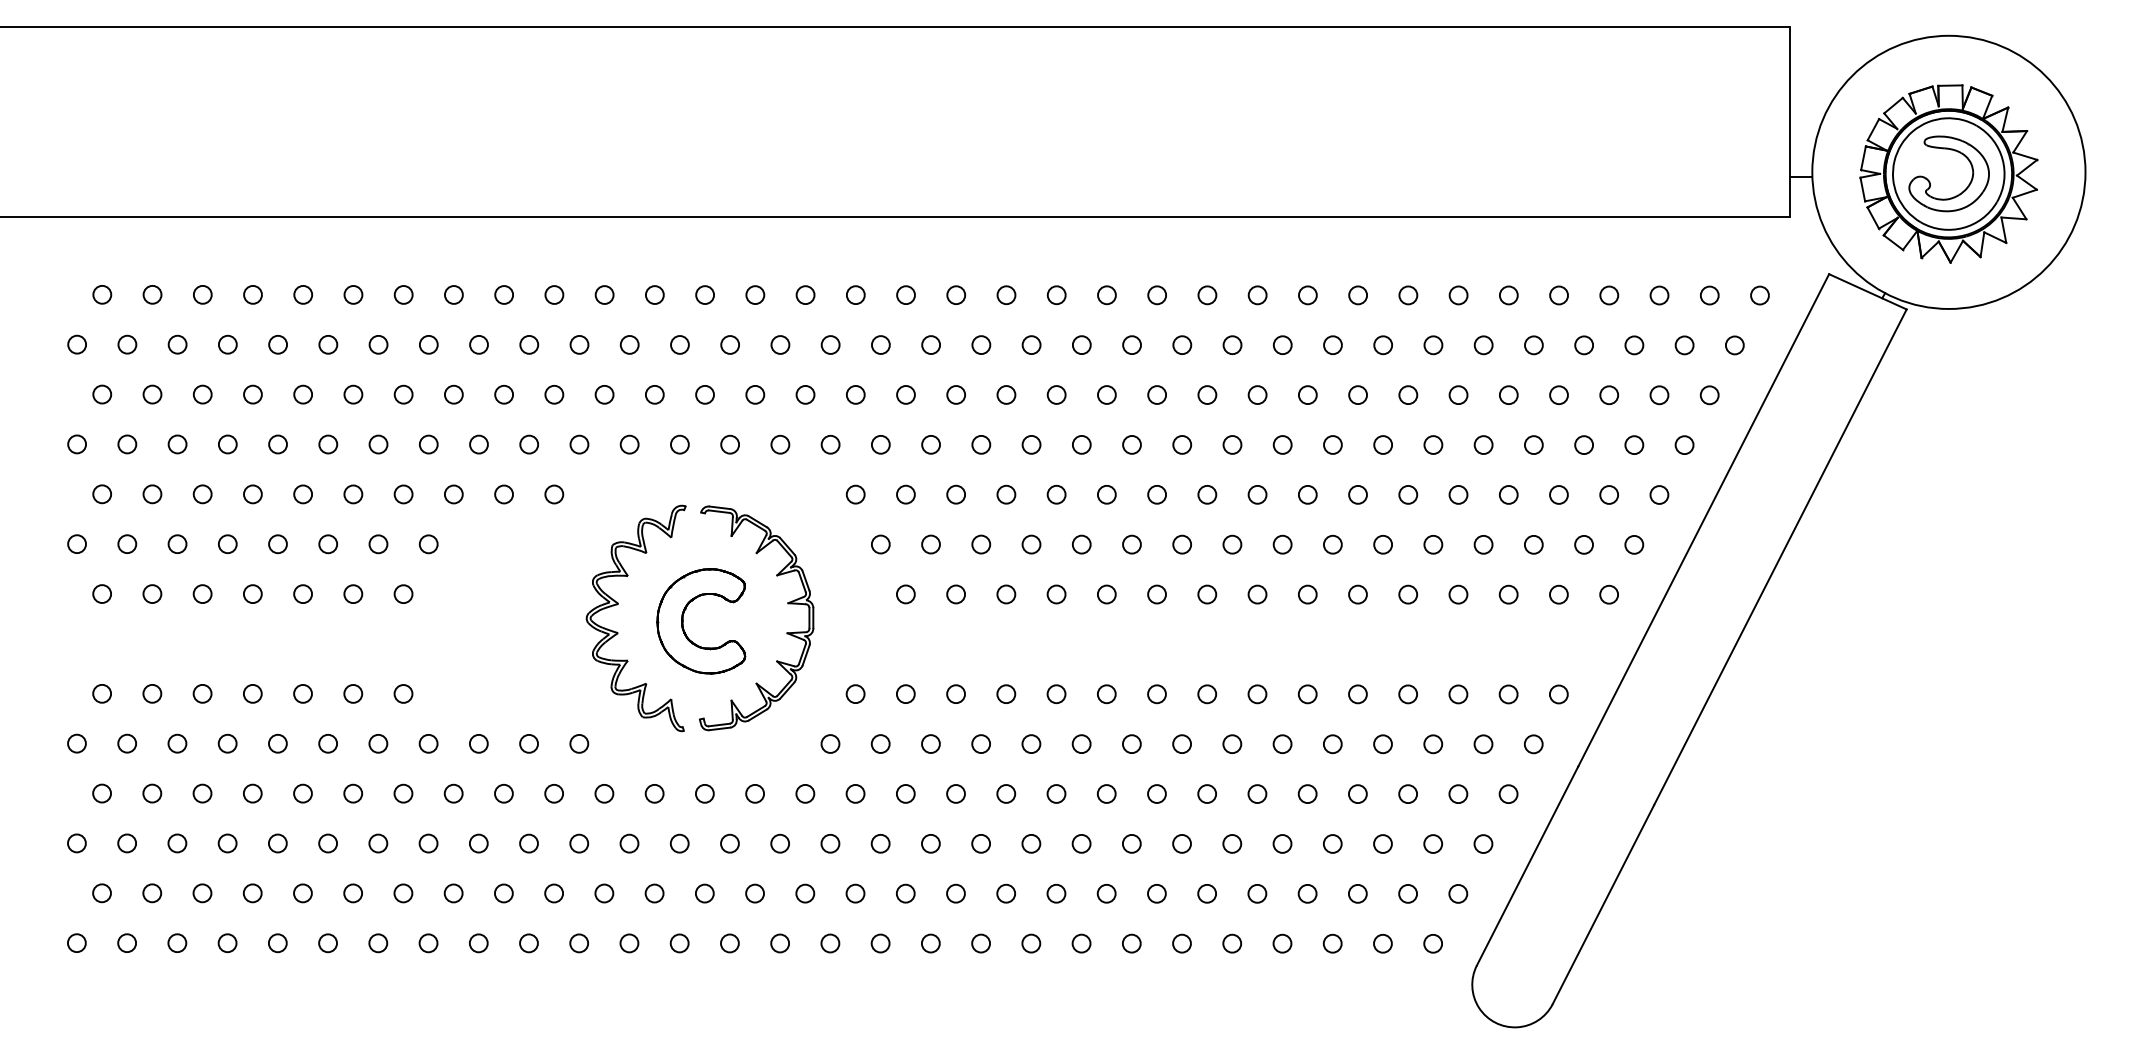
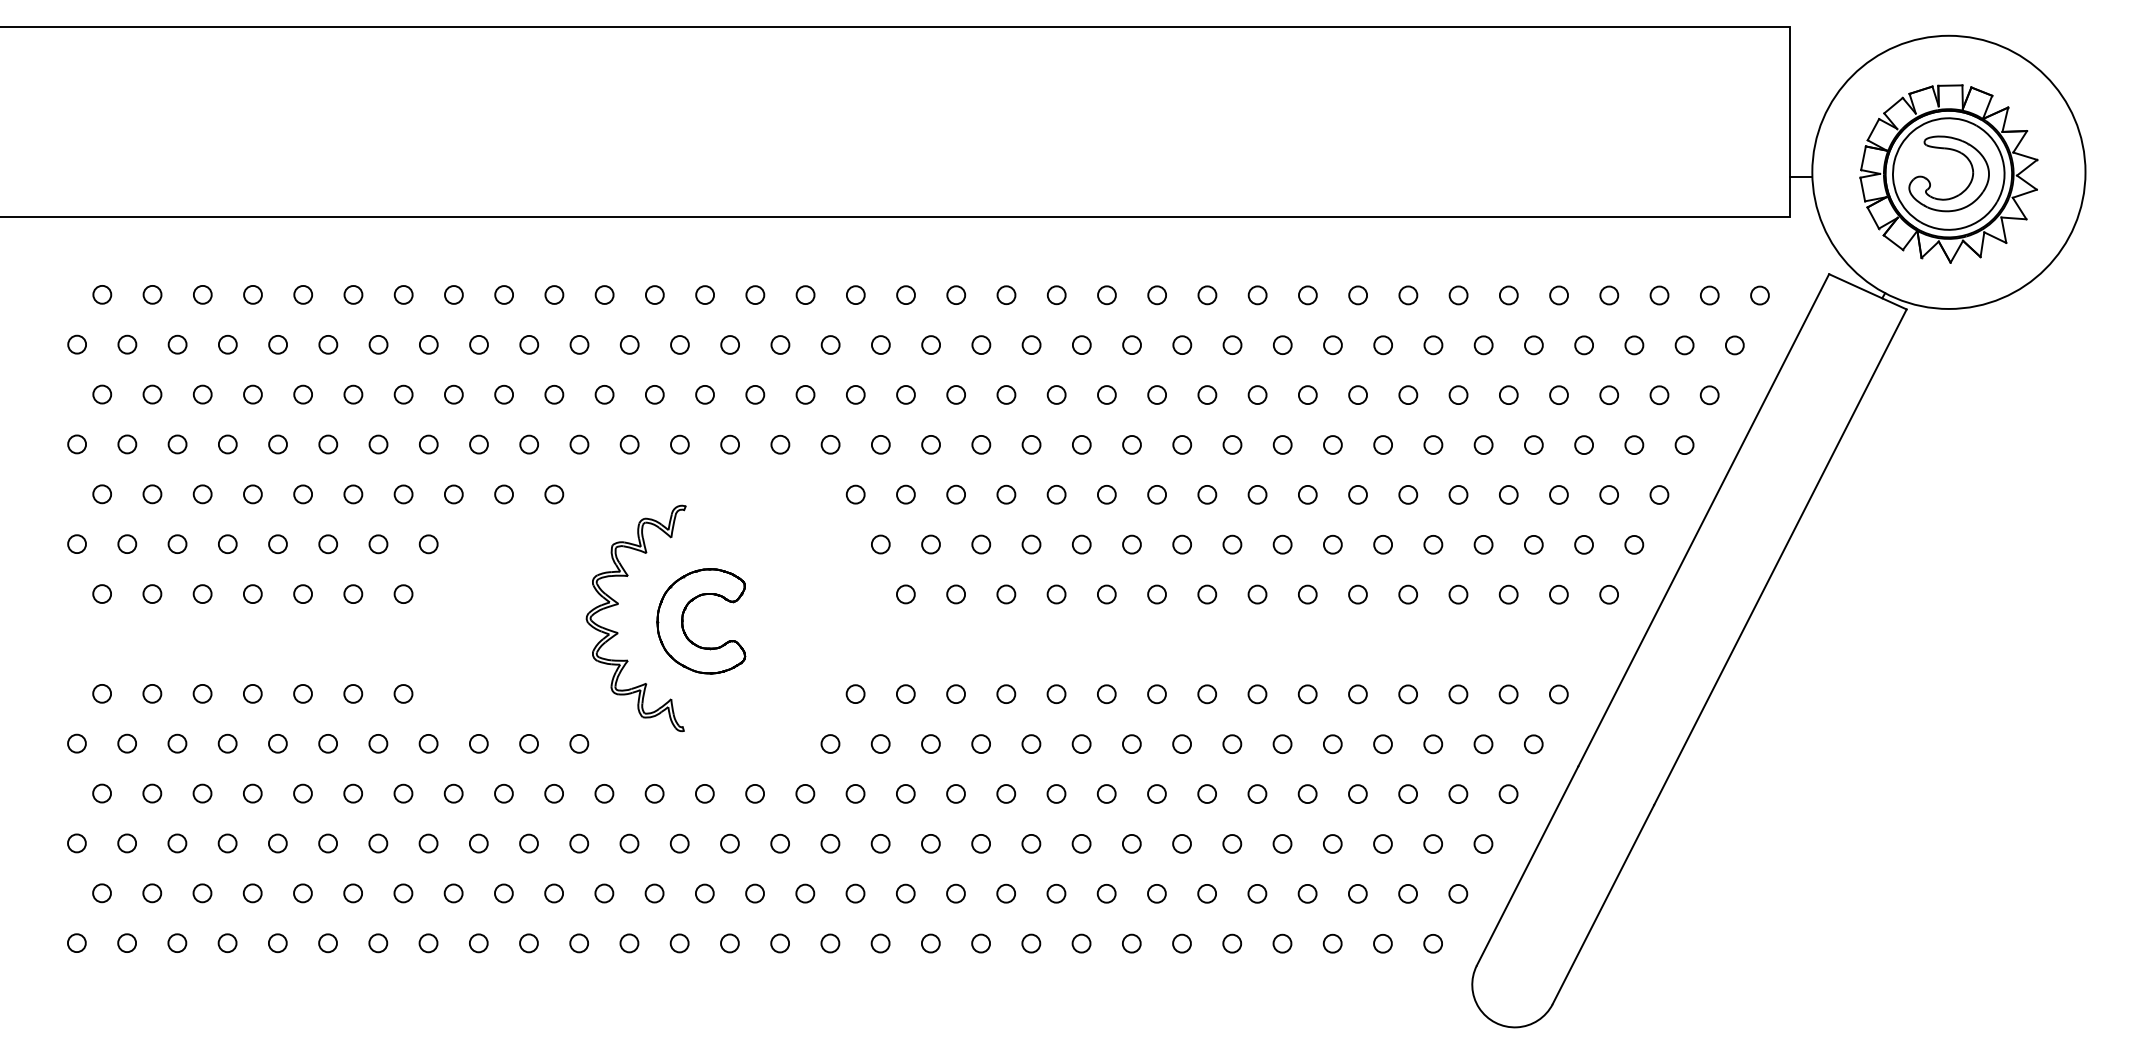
part at (786, 632): present -> none
